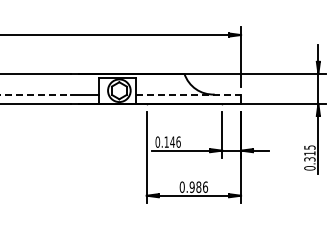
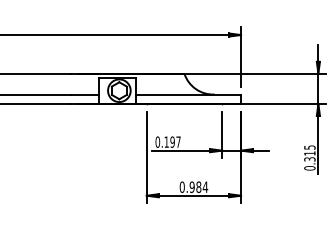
line at (36, 94): dashed -> solid
line at (189, 94): dashed -> solid
text at (175, 141): 0.146 -> 0.197
text at (205, 186): 0.986 -> 0.984
